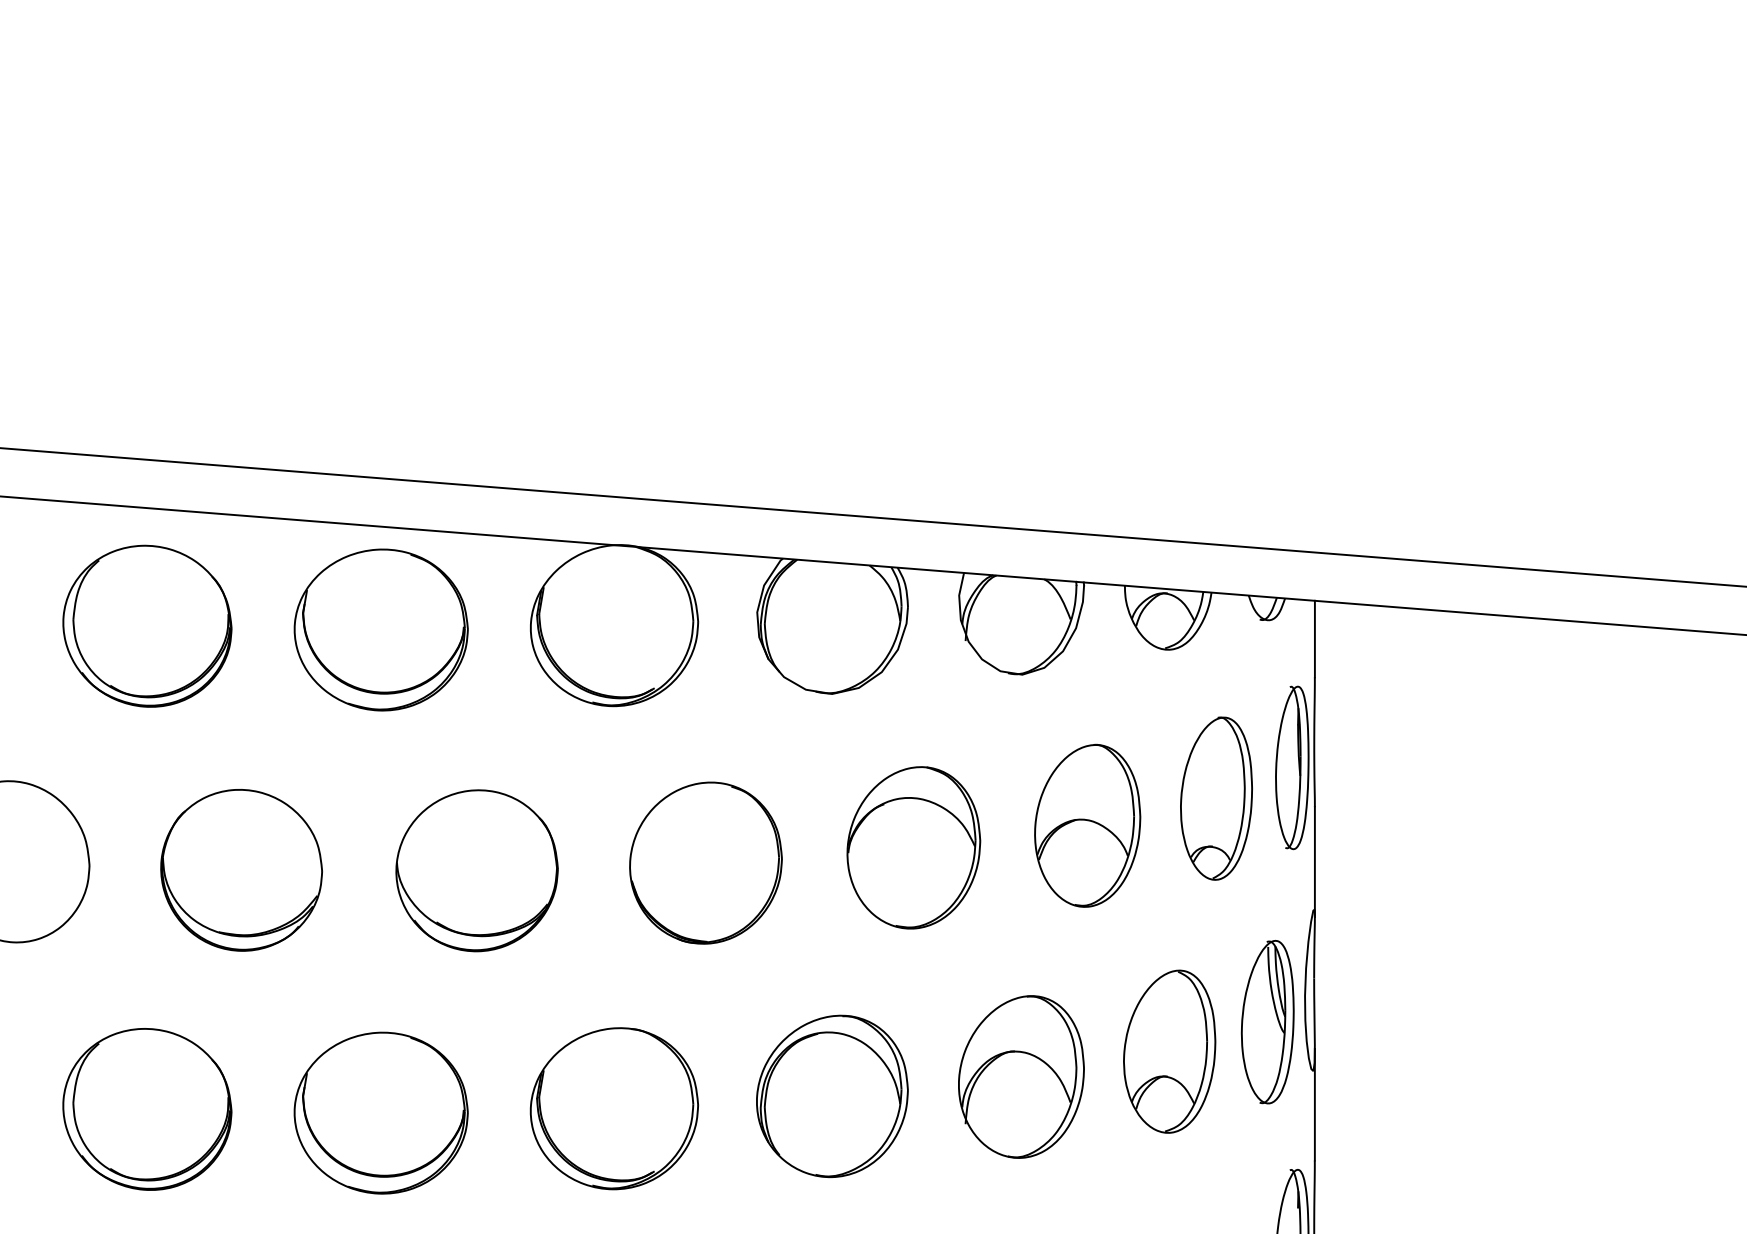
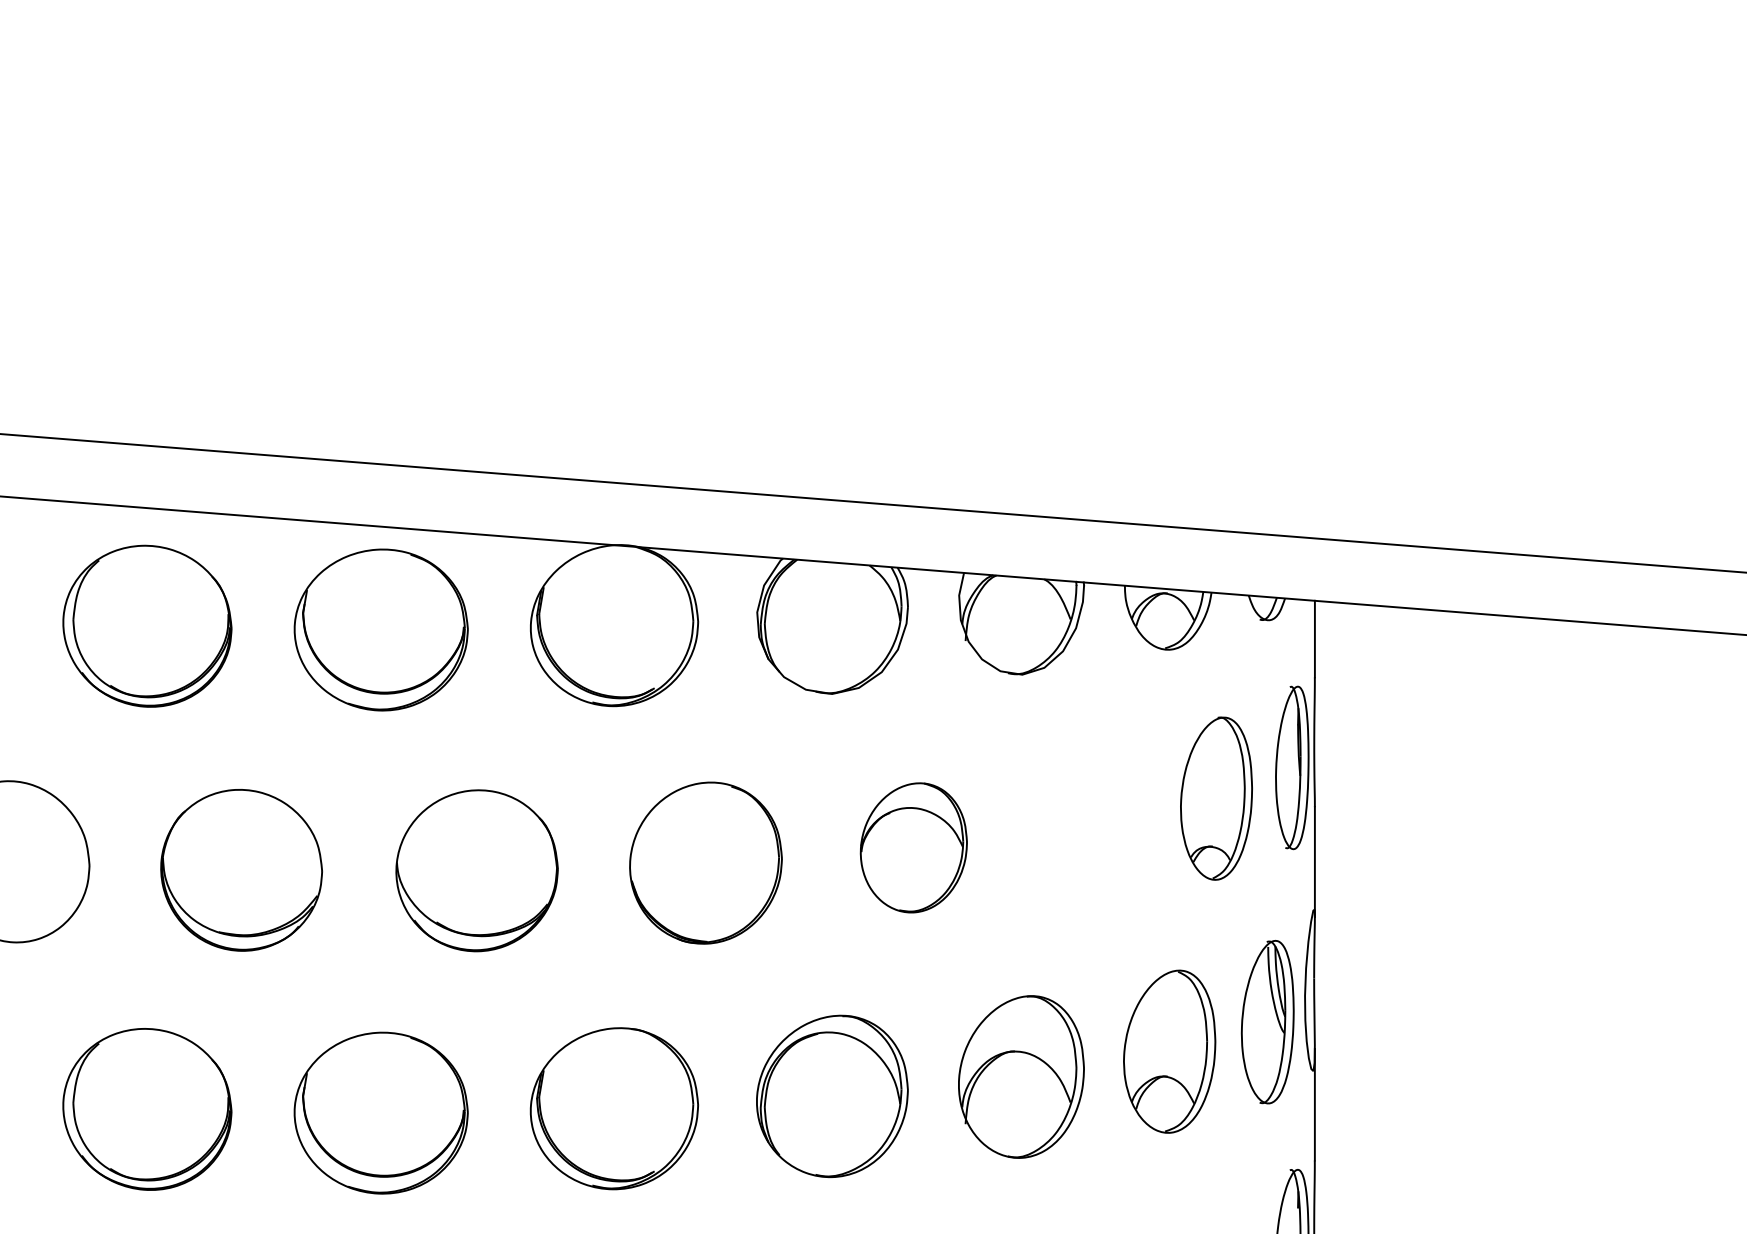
line at (872, 517) position: (872, 517) -> (872, 503)
part at (1087, 825): present -> none
part at (913, 847) size: 136x164 px -> 109x132 px
